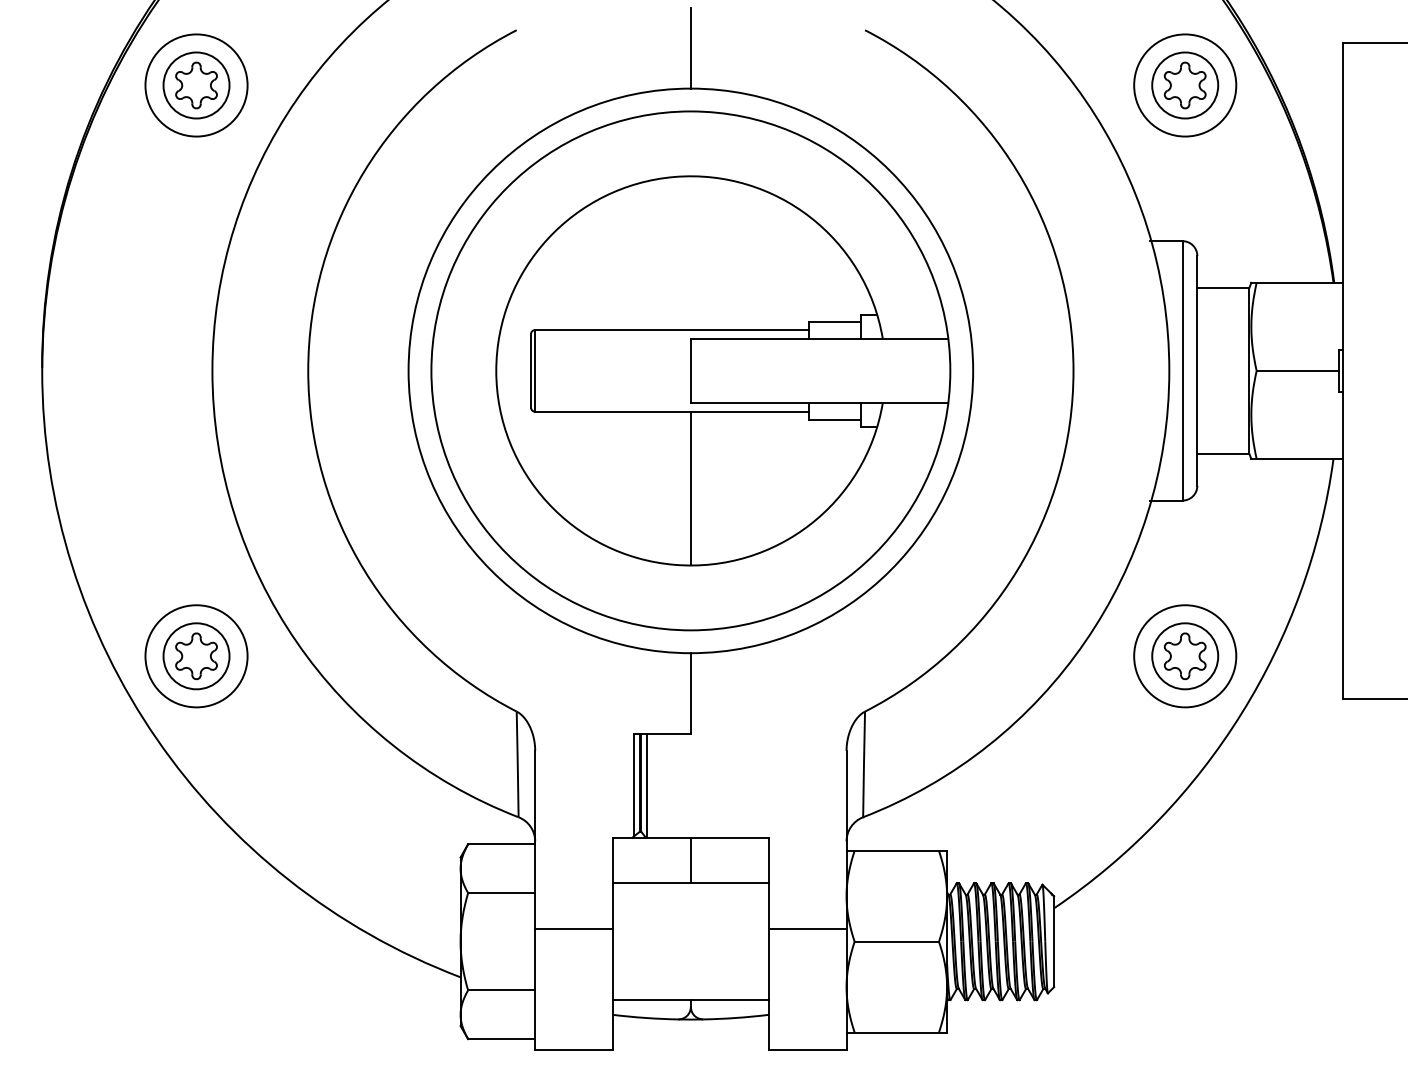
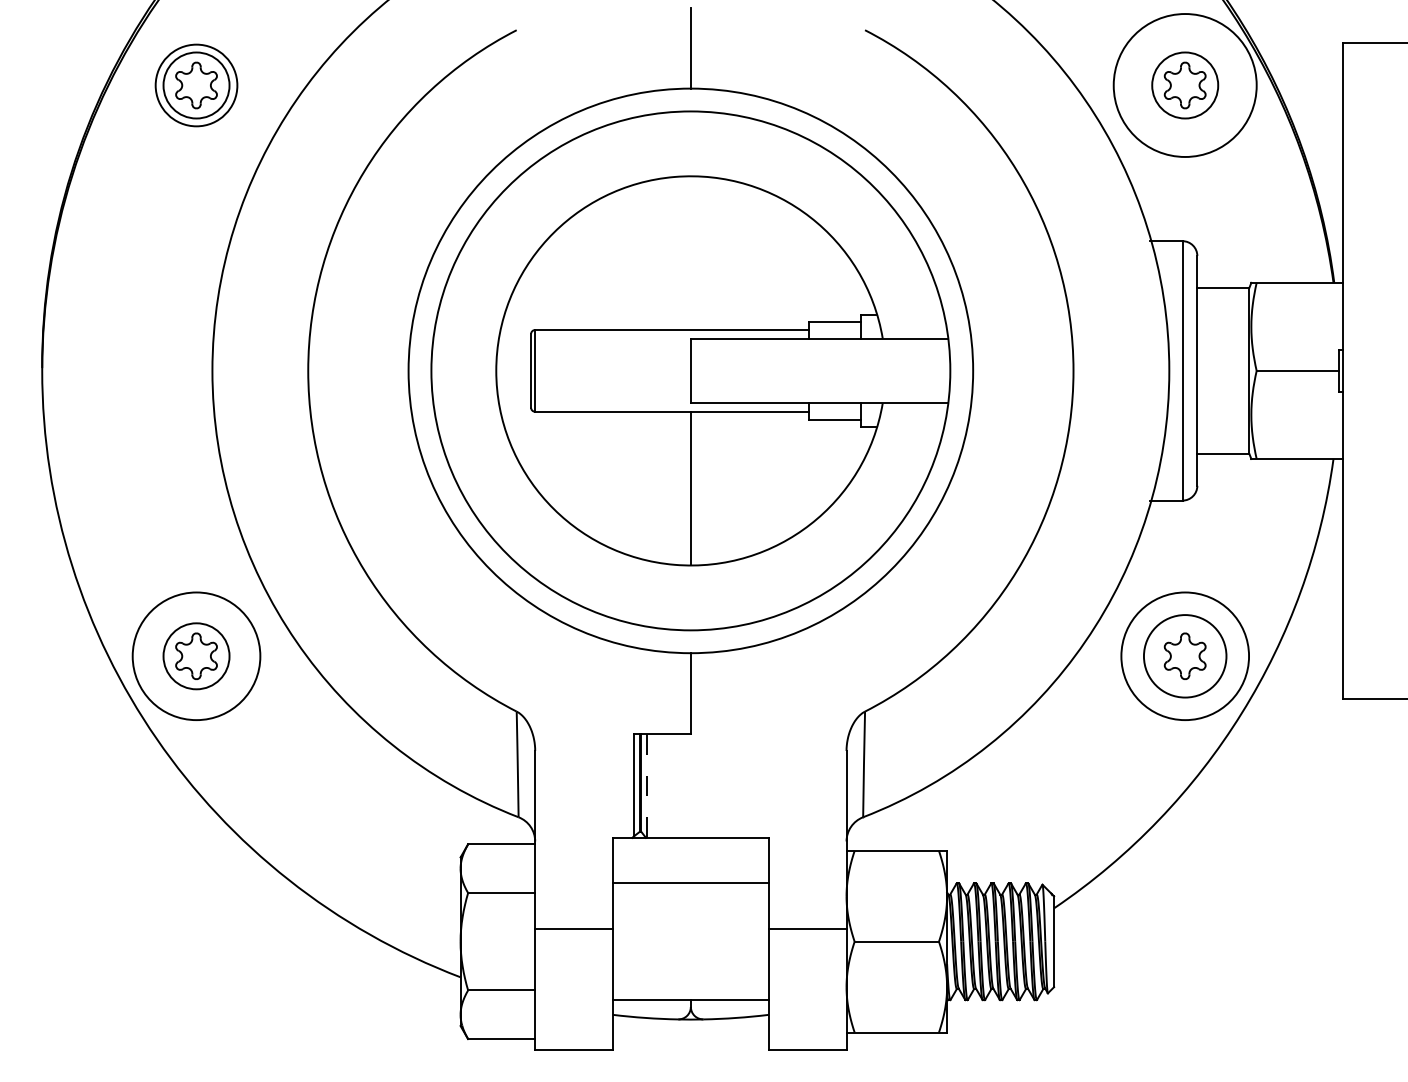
circle at (196, 85) diameter: 102 px -> 82 px
circle at (1185, 85) diameter: 102 px -> 143 px
circle at (196, 656) diameter: 102 px -> 128 px
circle at (1185, 656) diameter: 102 px -> 128 px
circle at (1185, 656) diameter: 66 px -> 83 px
line at (647, 786): solid -> dashed
line at (690, 860): present -> none
